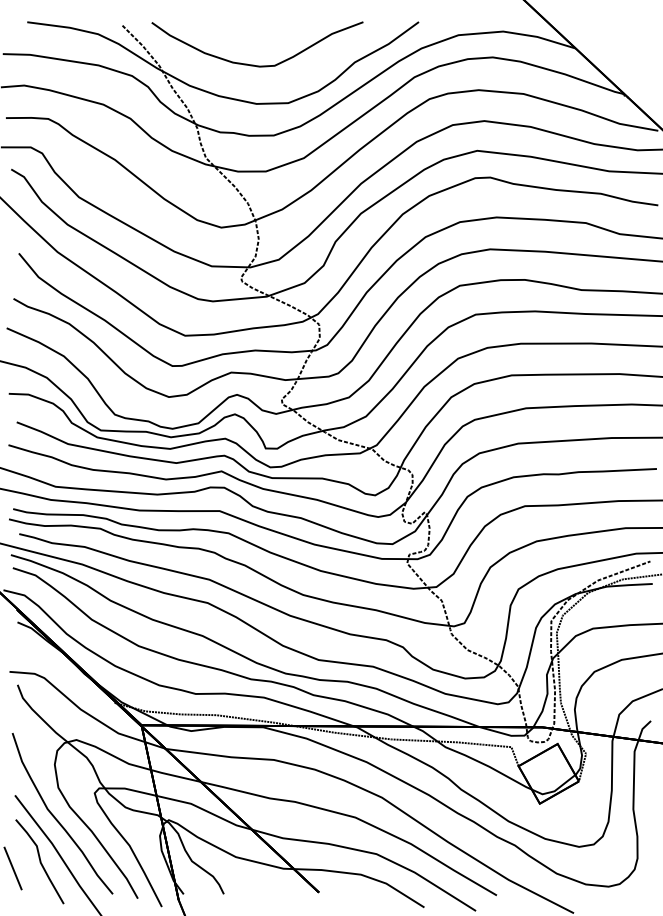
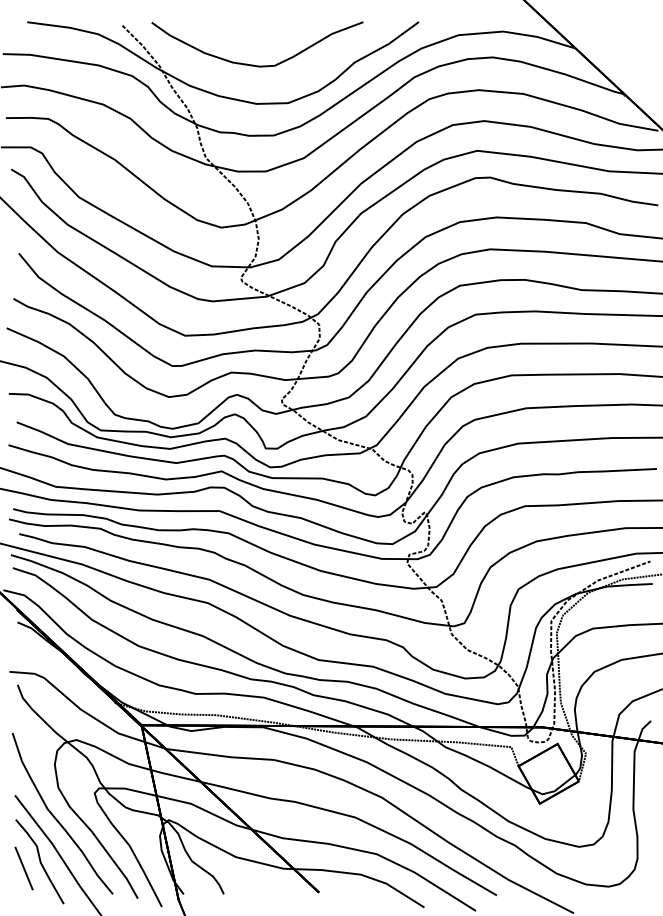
line at (12, 868) position: (12, 868) -> (23, 868)
